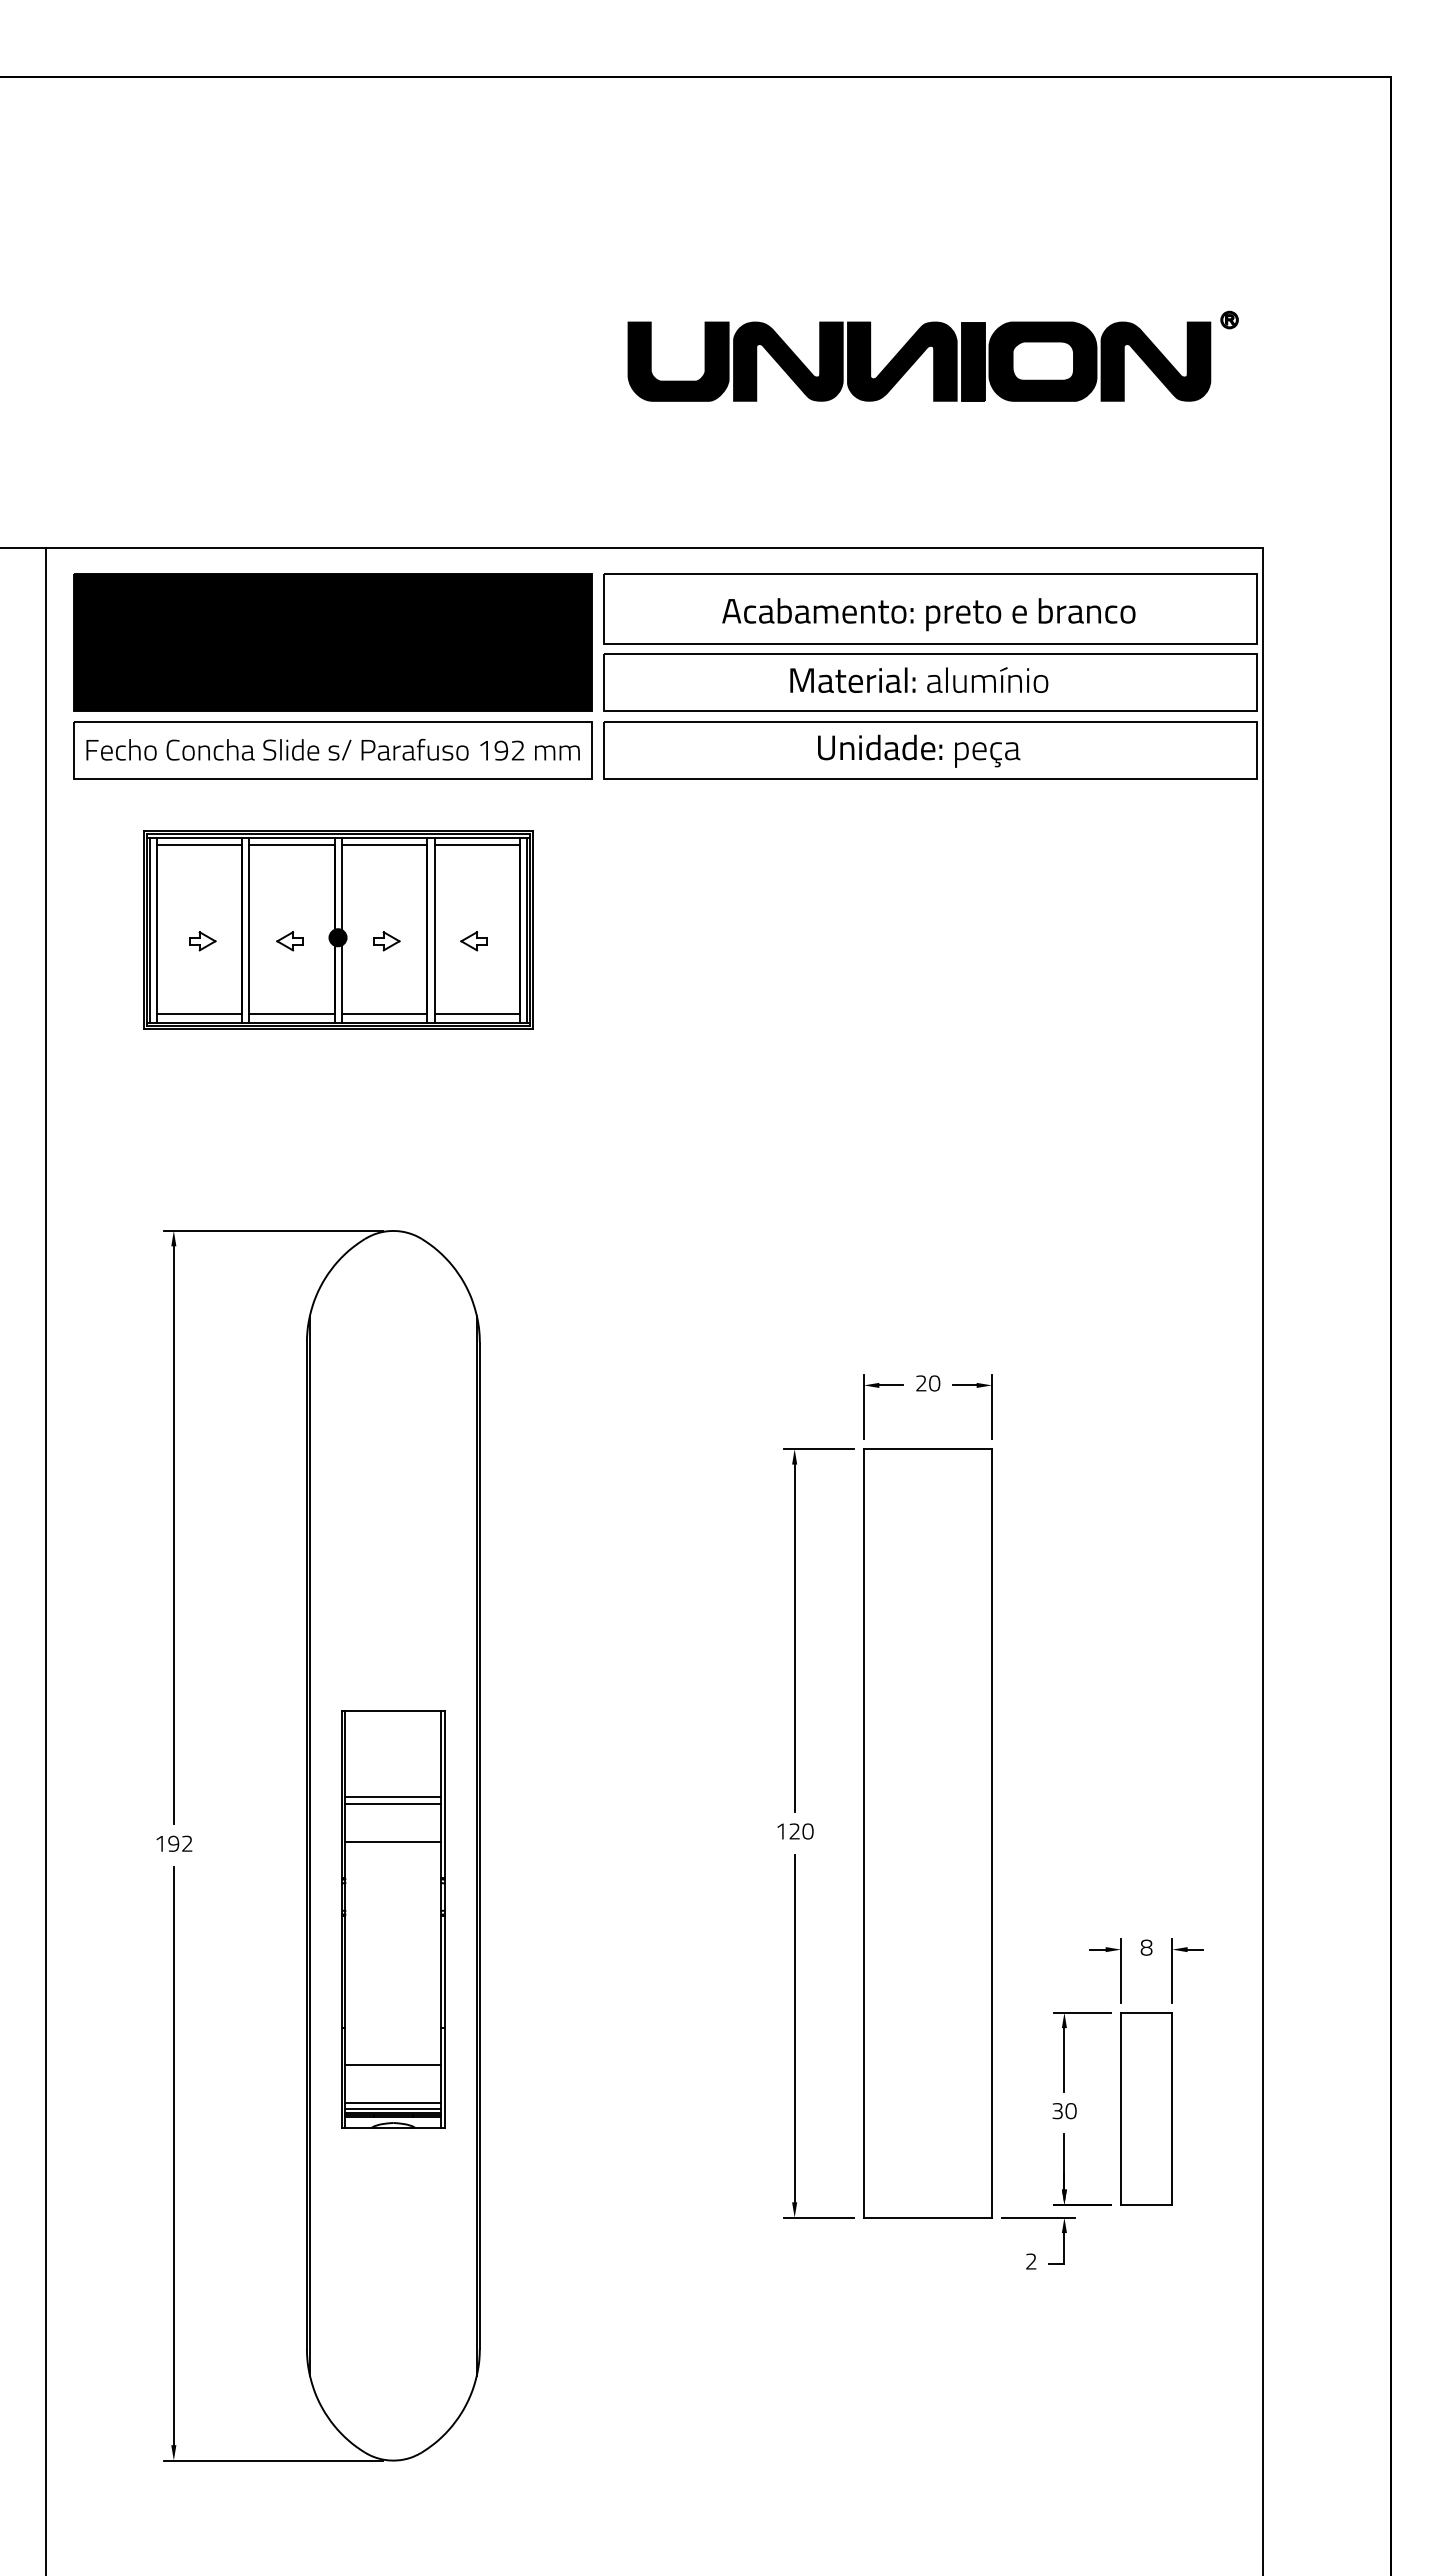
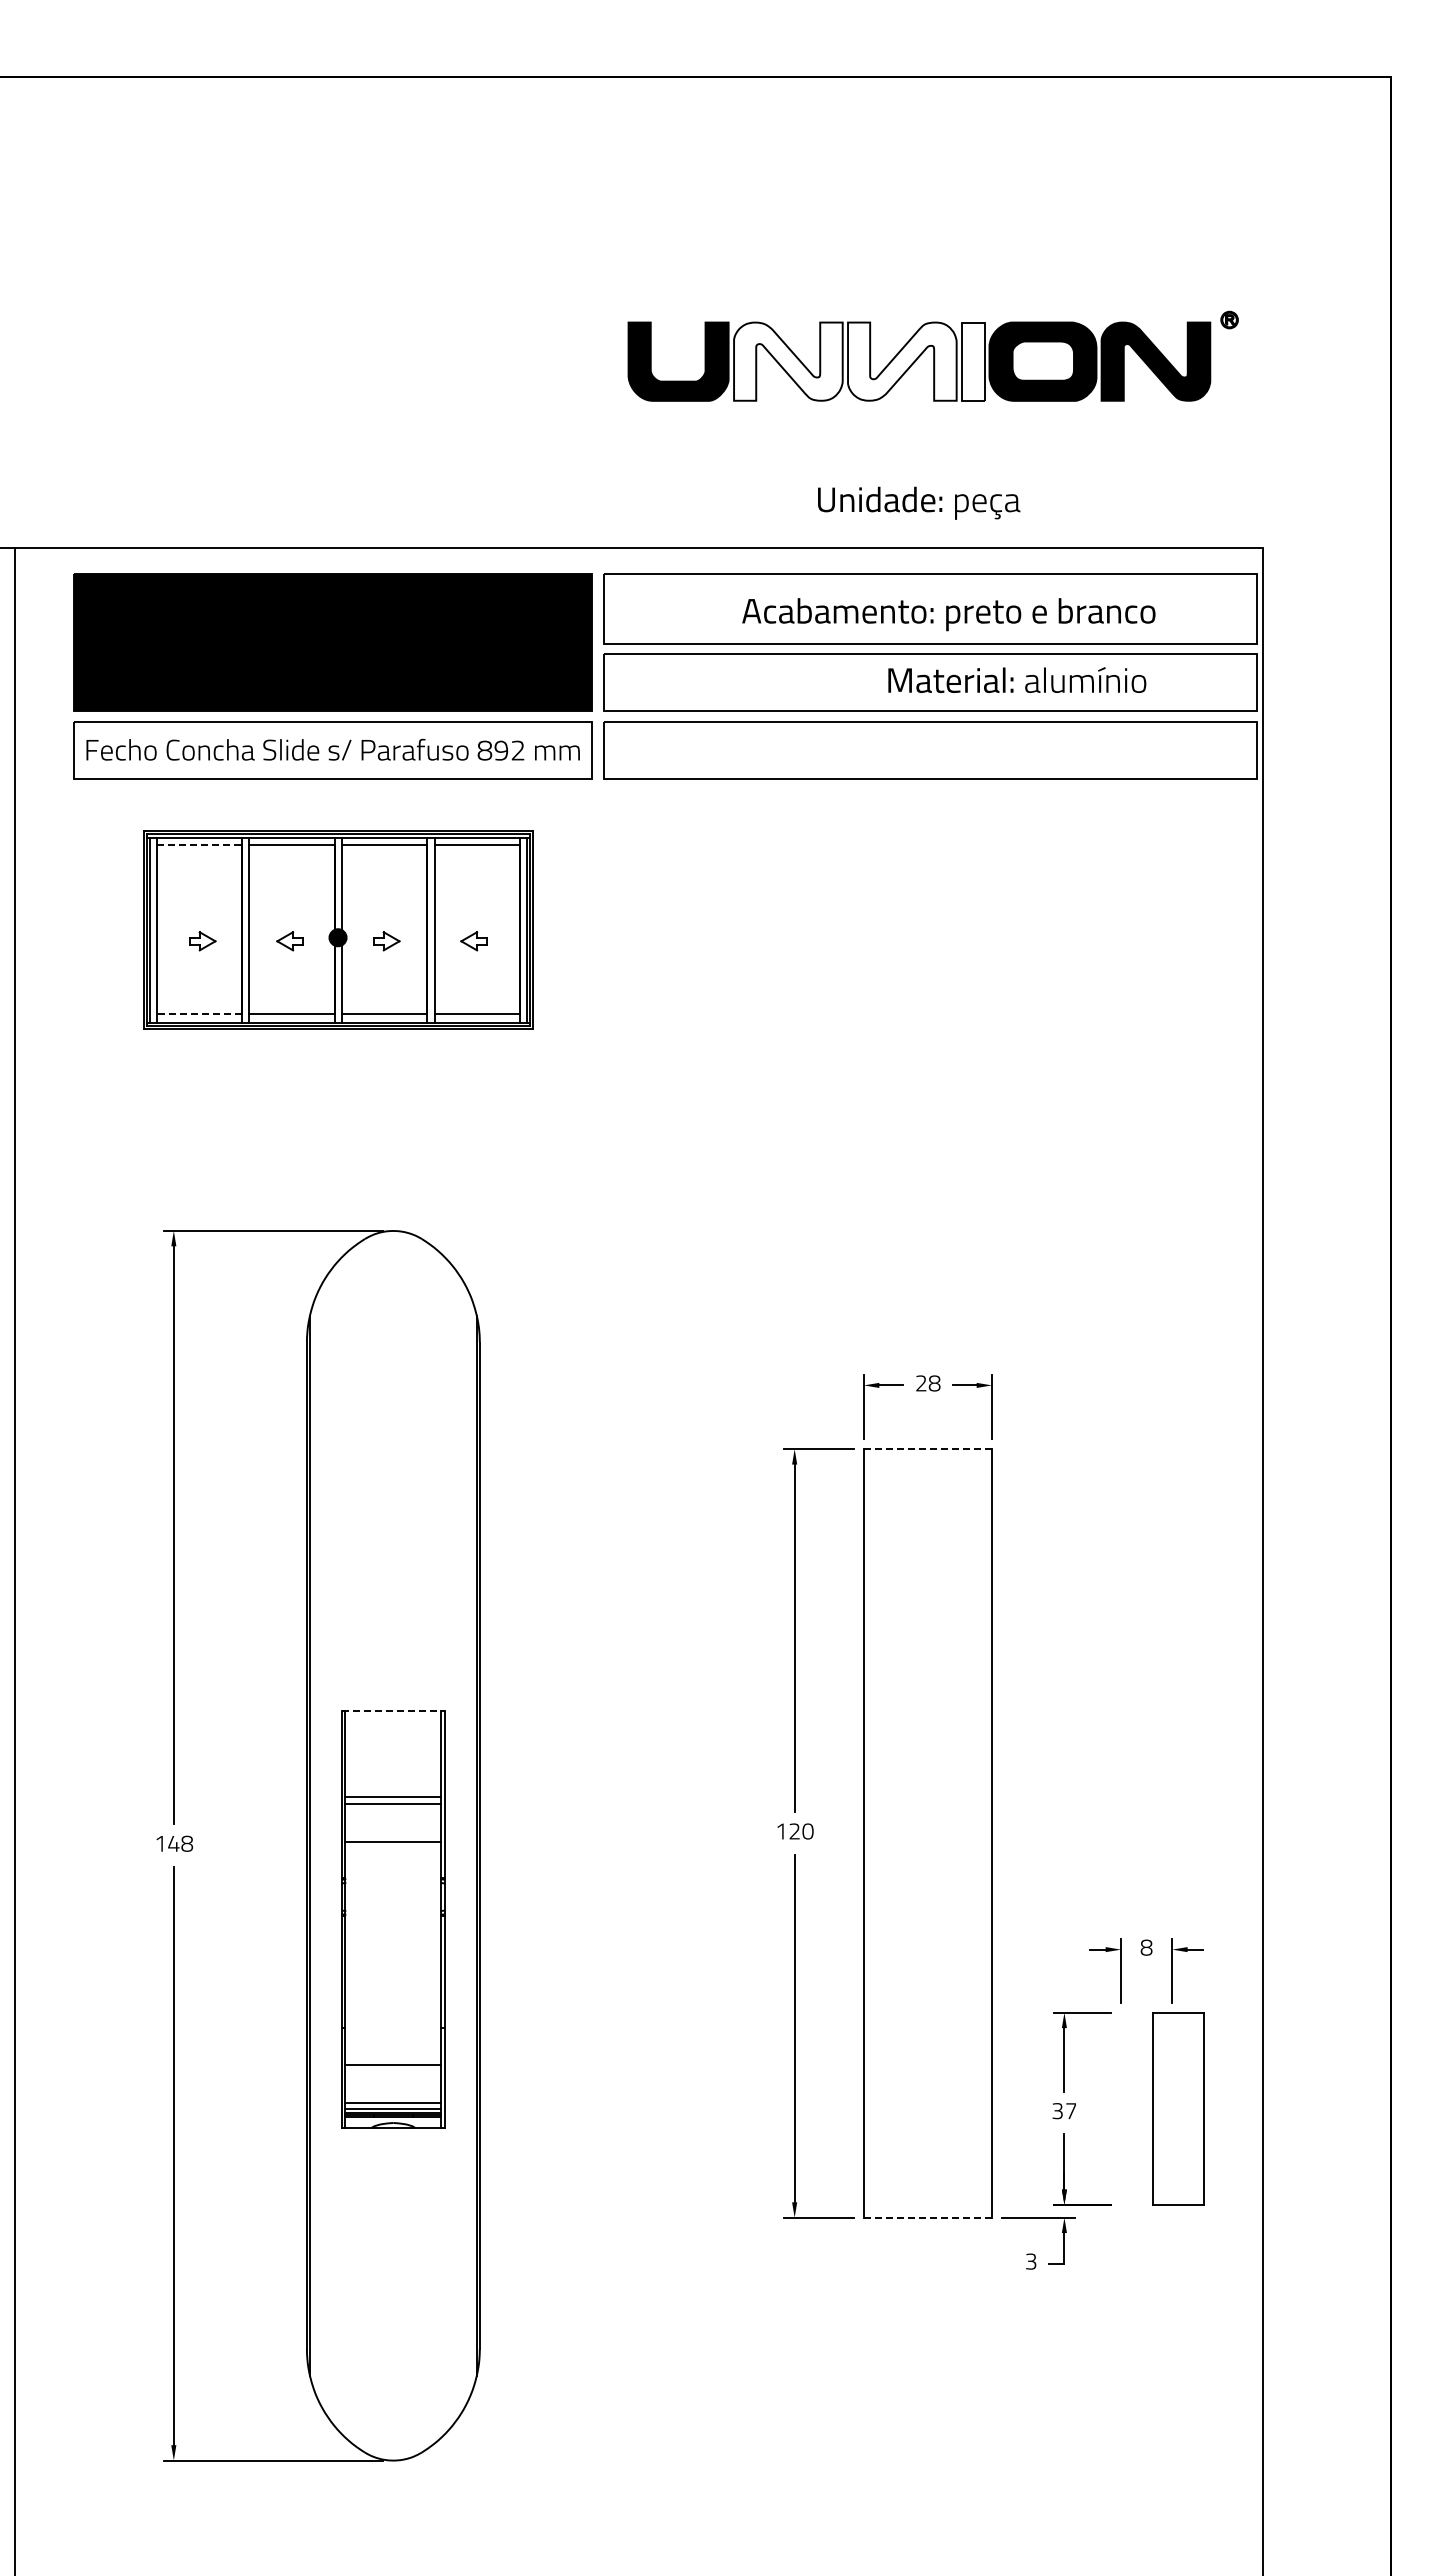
fill at (788, 361): present -> none
fill at (902, 361): present -> none
fill at (973, 361): present -> none
text at (928, 614) position: (928, 614) -> (948, 614)
text at (919, 679) position: (919, 679) -> (1017, 679)
text at (484, 750): 192 -> 892
text at (919, 750) position: (919, 750) -> (919, 502)
line at (199, 844): solid -> dashed
line at (199, 1014): solid -> dashed
text at (934, 1383): 20 -> 28
line at (927, 1449): solid -> dashed
line at (46, 1559) position: (46, 1559) -> (15, 1559)
line at (393, 1711): solid -> dashed
text at (180, 1843): 192 -> 148
part at (1146, 2108) position: (1146, 2108) -> (1178, 2108)
text at (1070, 2111): 30 -> 37
line at (928, 2217): solid -> dashed
text at (1031, 2261): 2 -> 3
